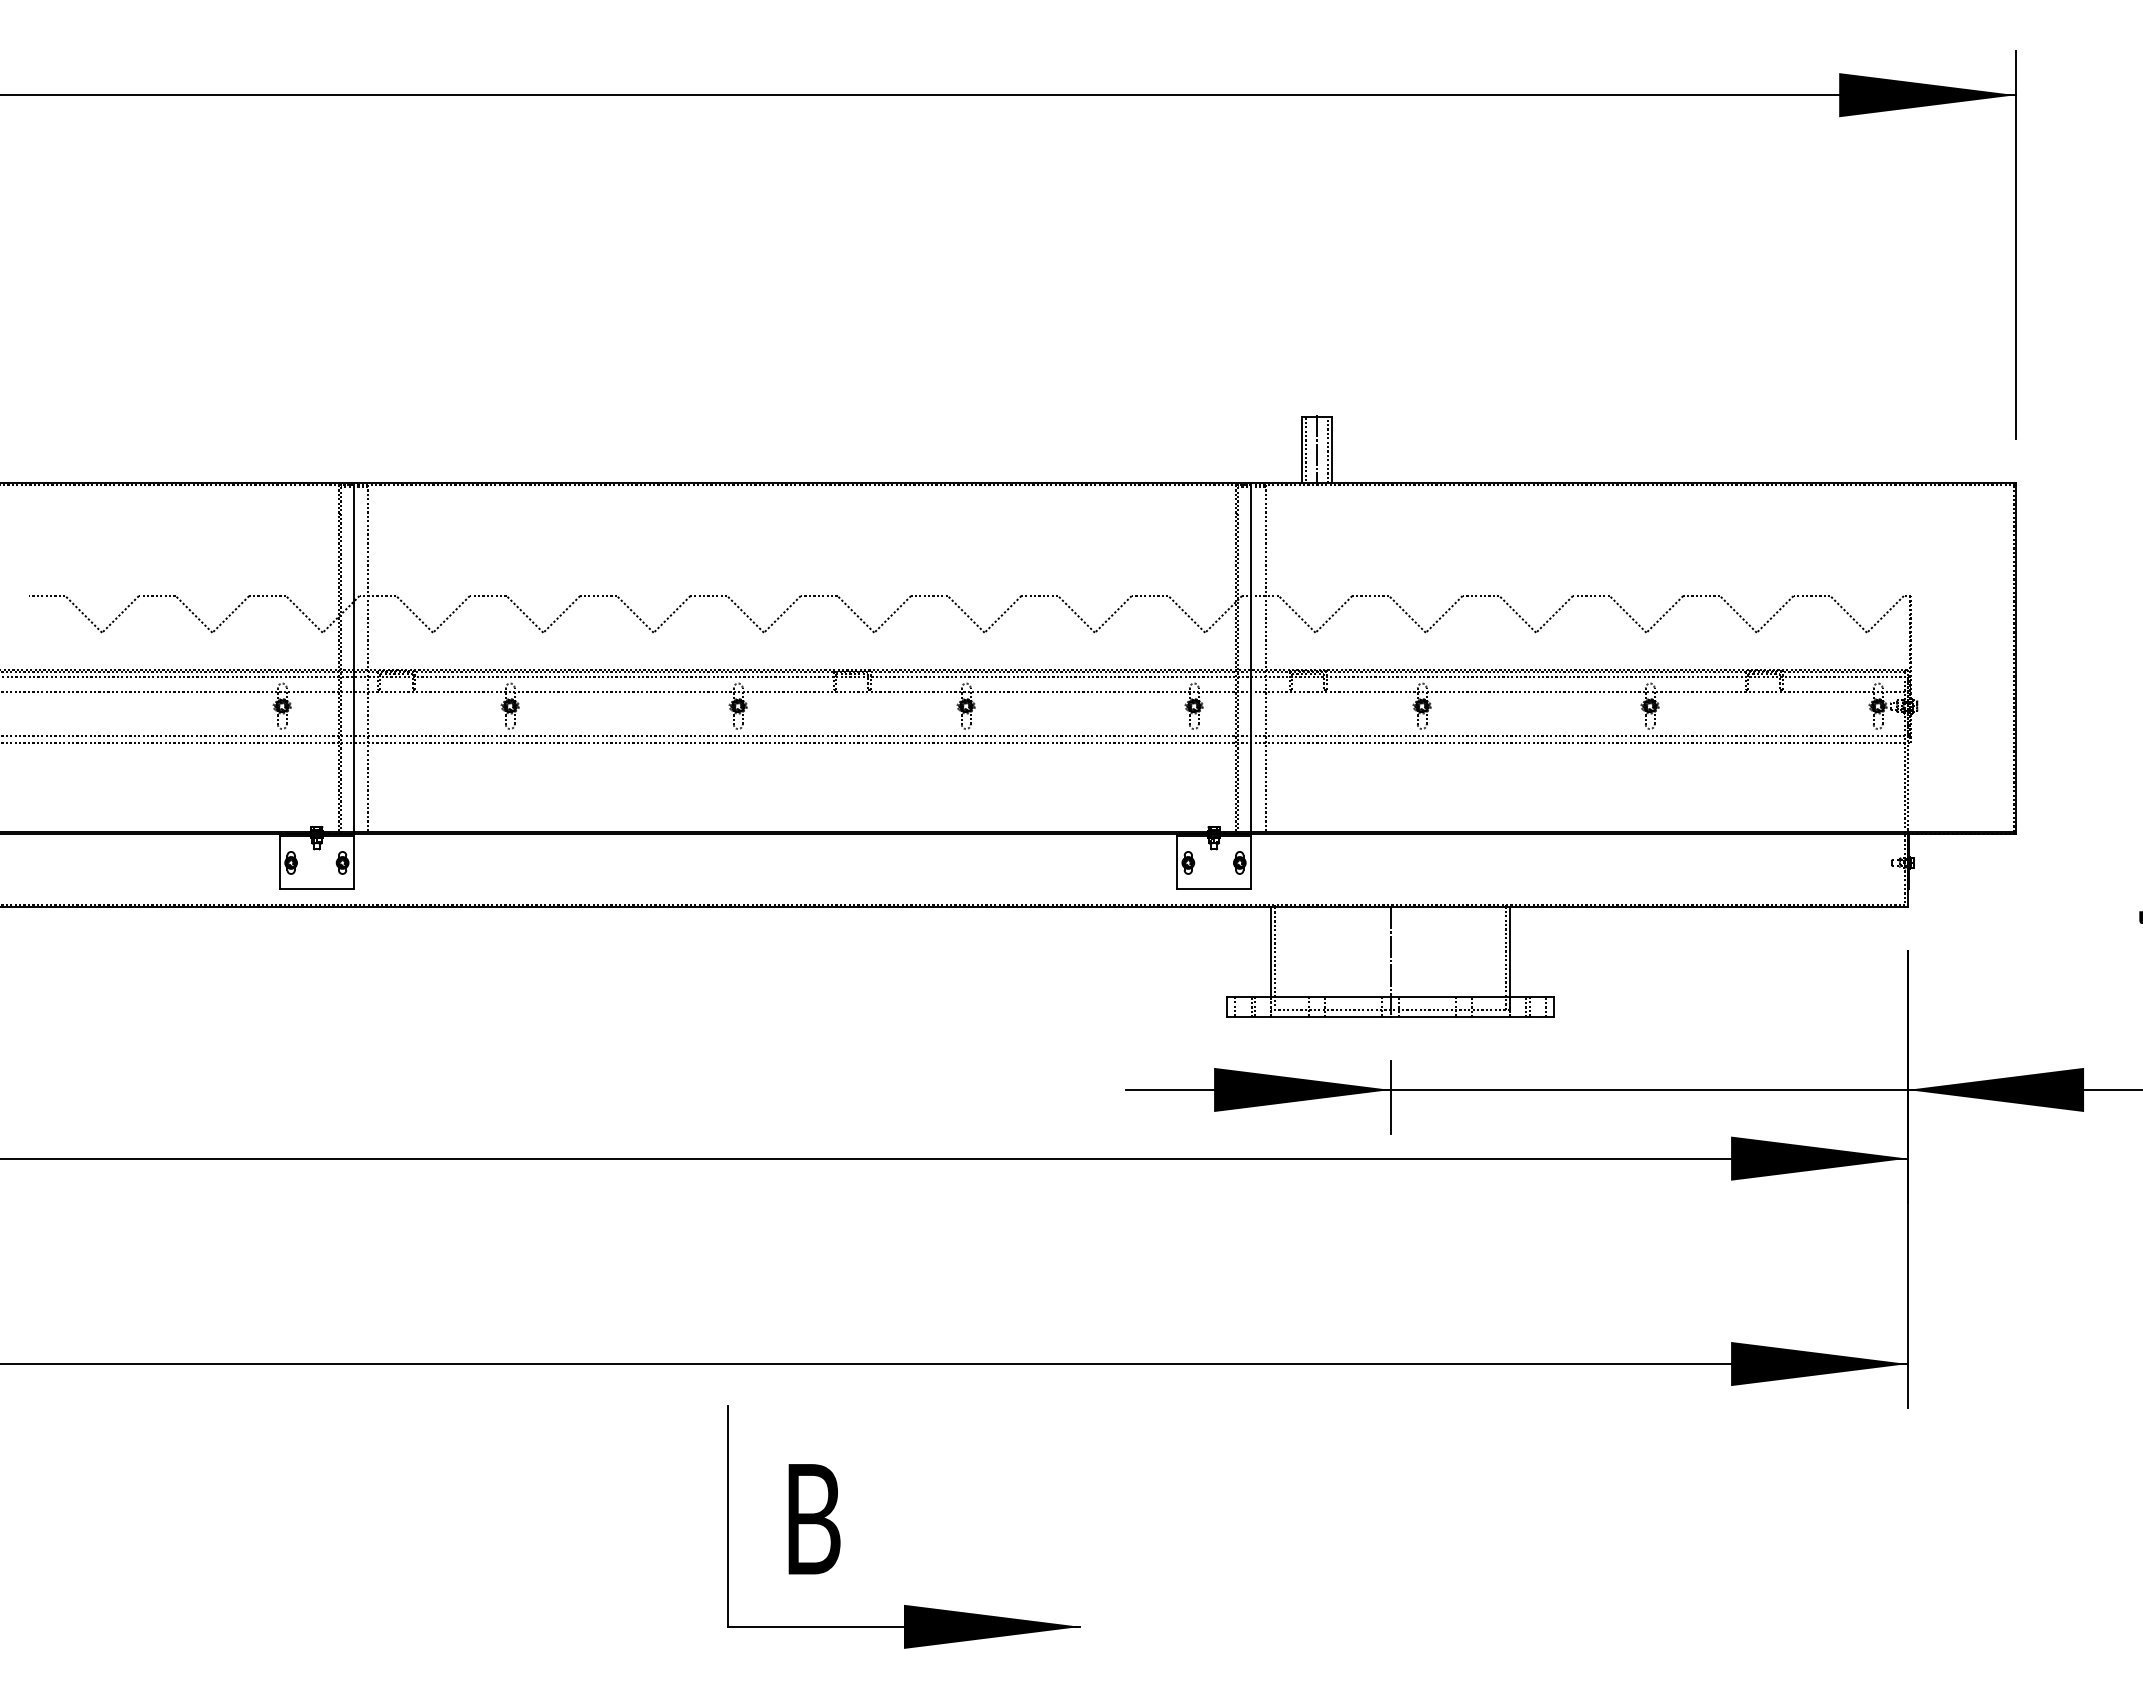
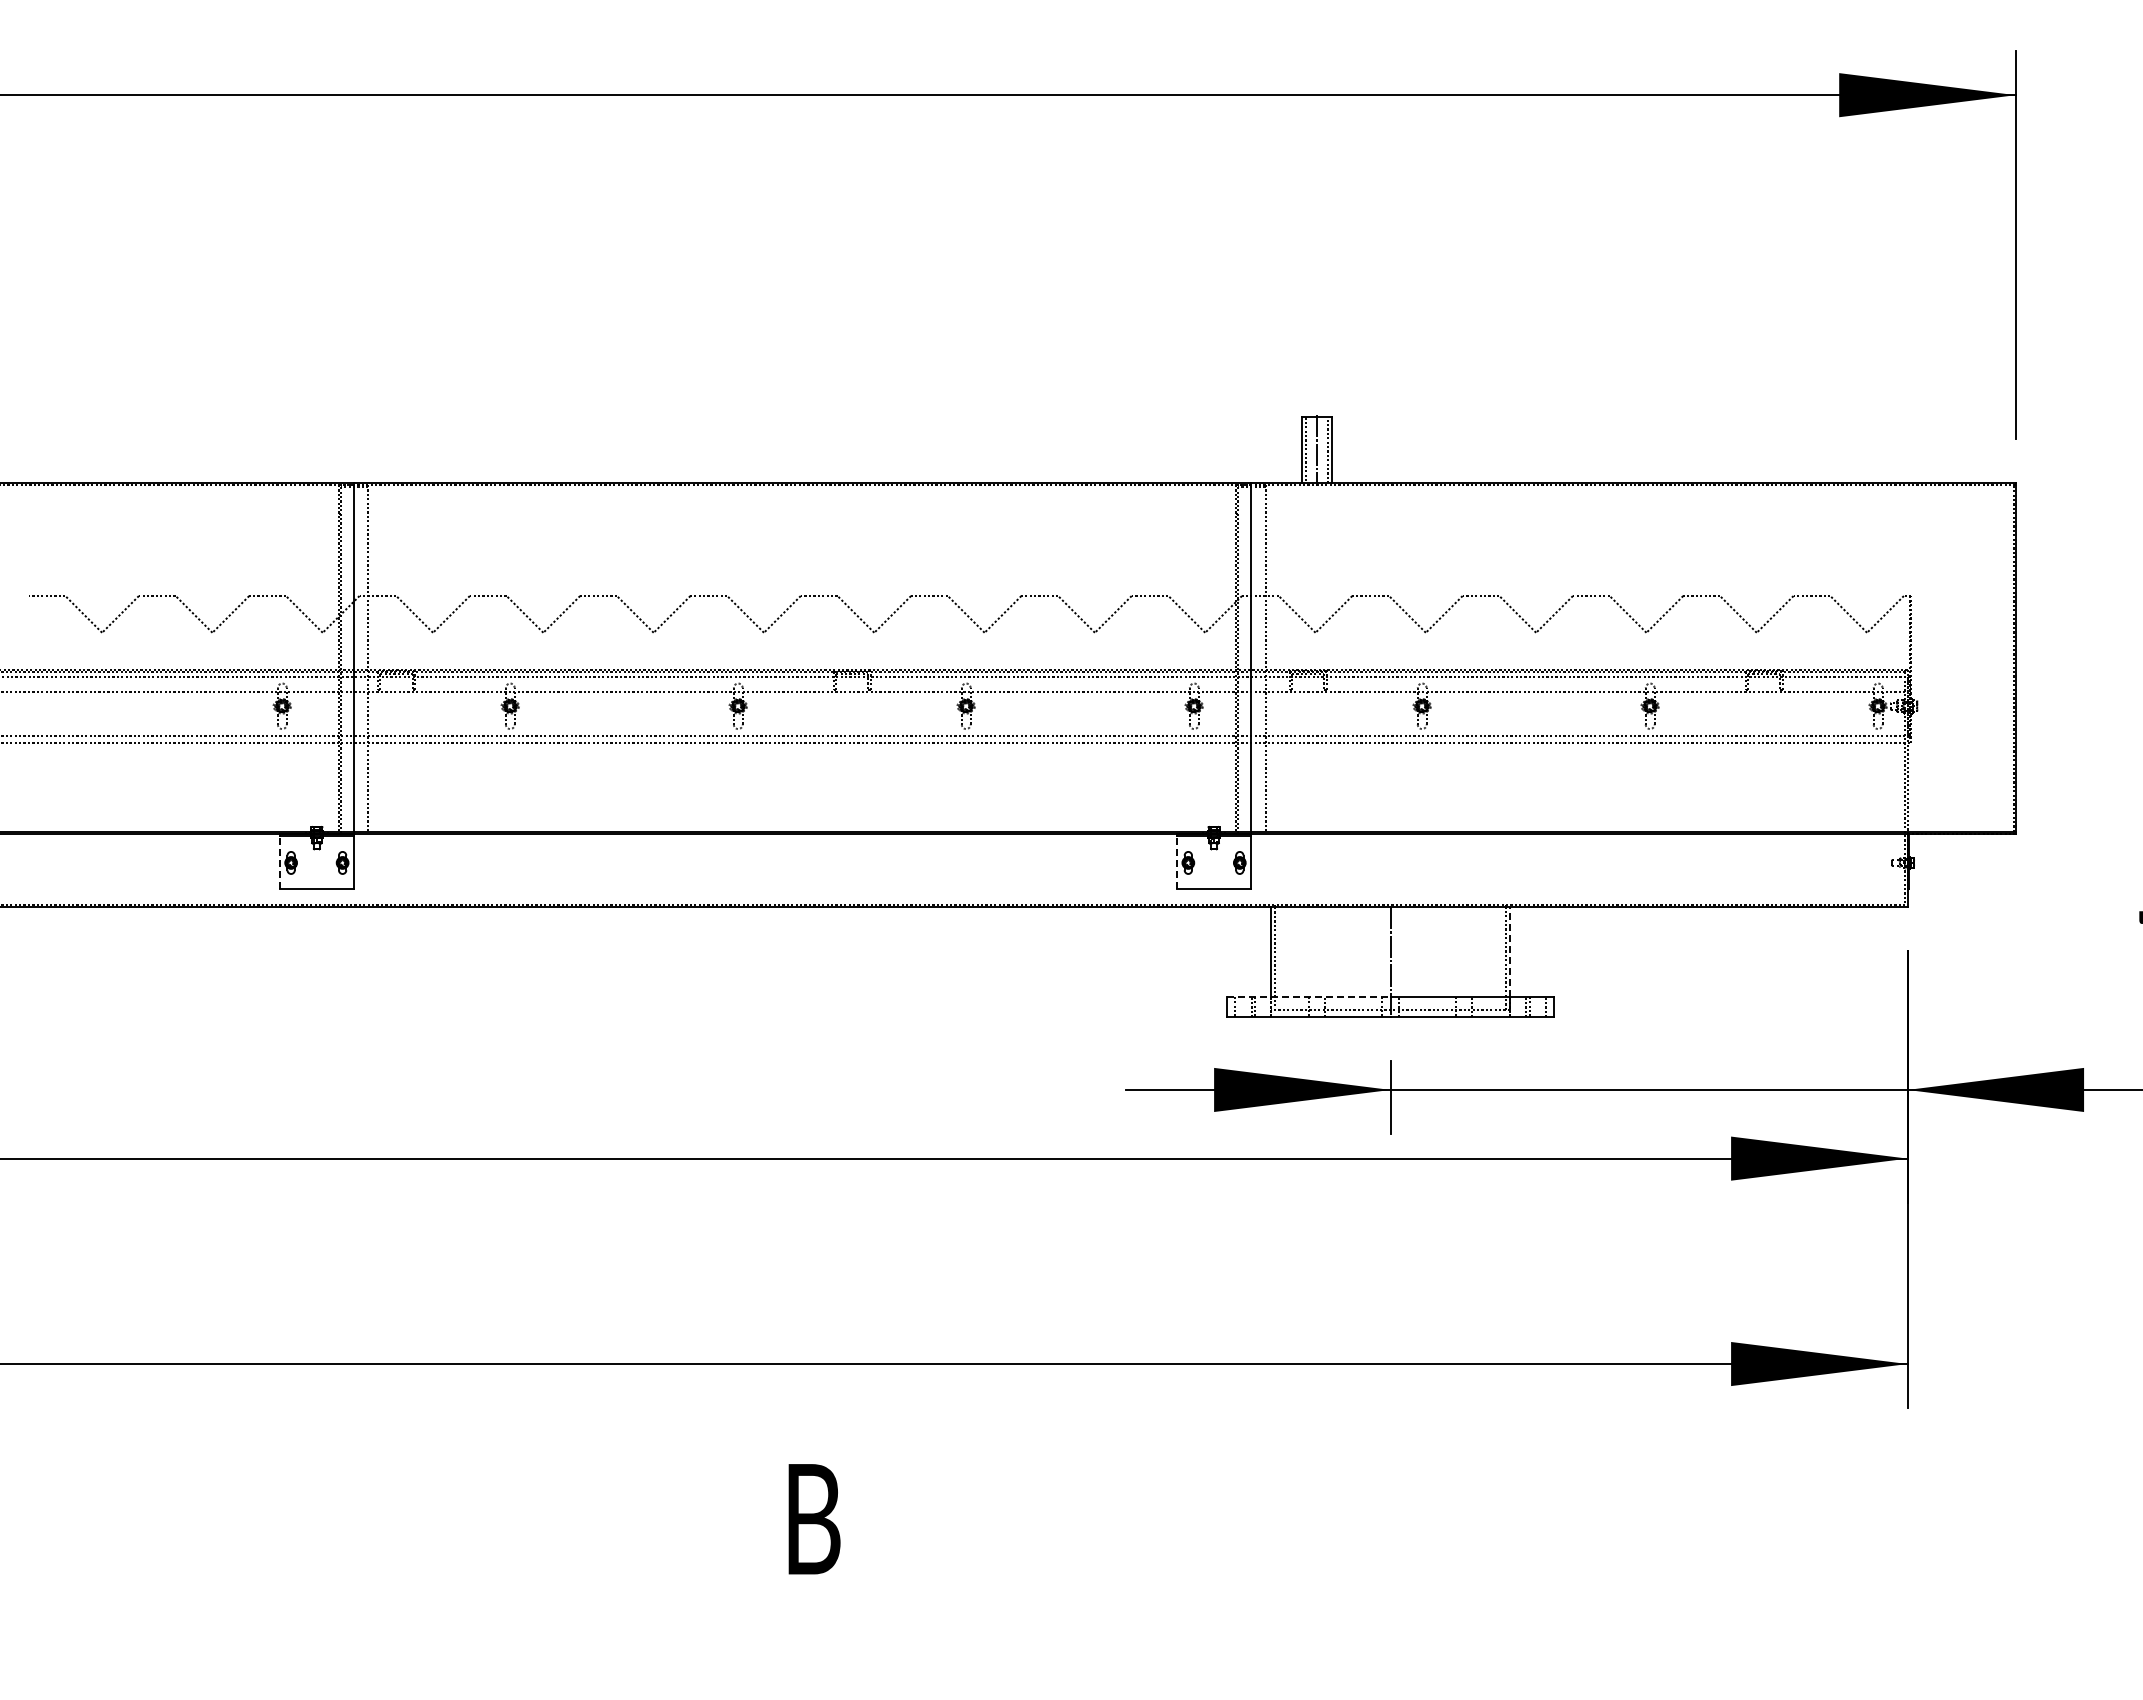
line at (280, 862): solid -> dashed
line at (1177, 862): solid -> dashed
line at (1510, 951): solid -> dashed
line at (1308, 996): solid -> dashed
part at (904, 1604): present -> none
